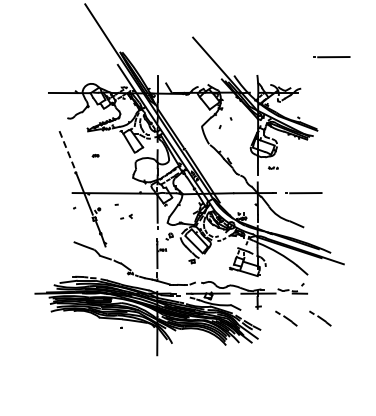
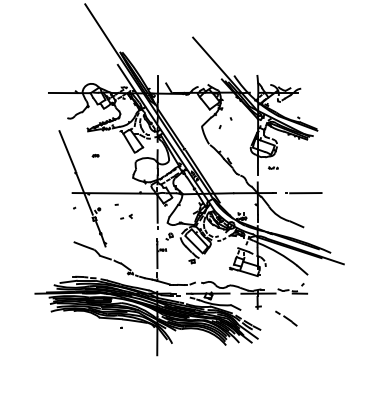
line at (331, 57): present -> none
line at (67, 151): dashed -> solid
part at (320, 318): present -> none
